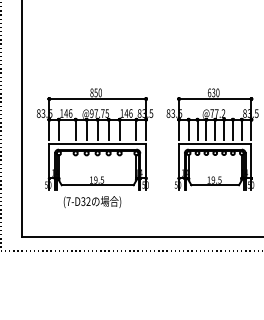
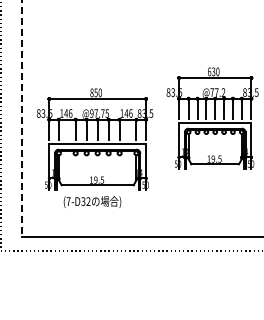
line at (22, 118): solid -> dashed
part at (212, 139) position: (212, 139) -> (212, 118)
